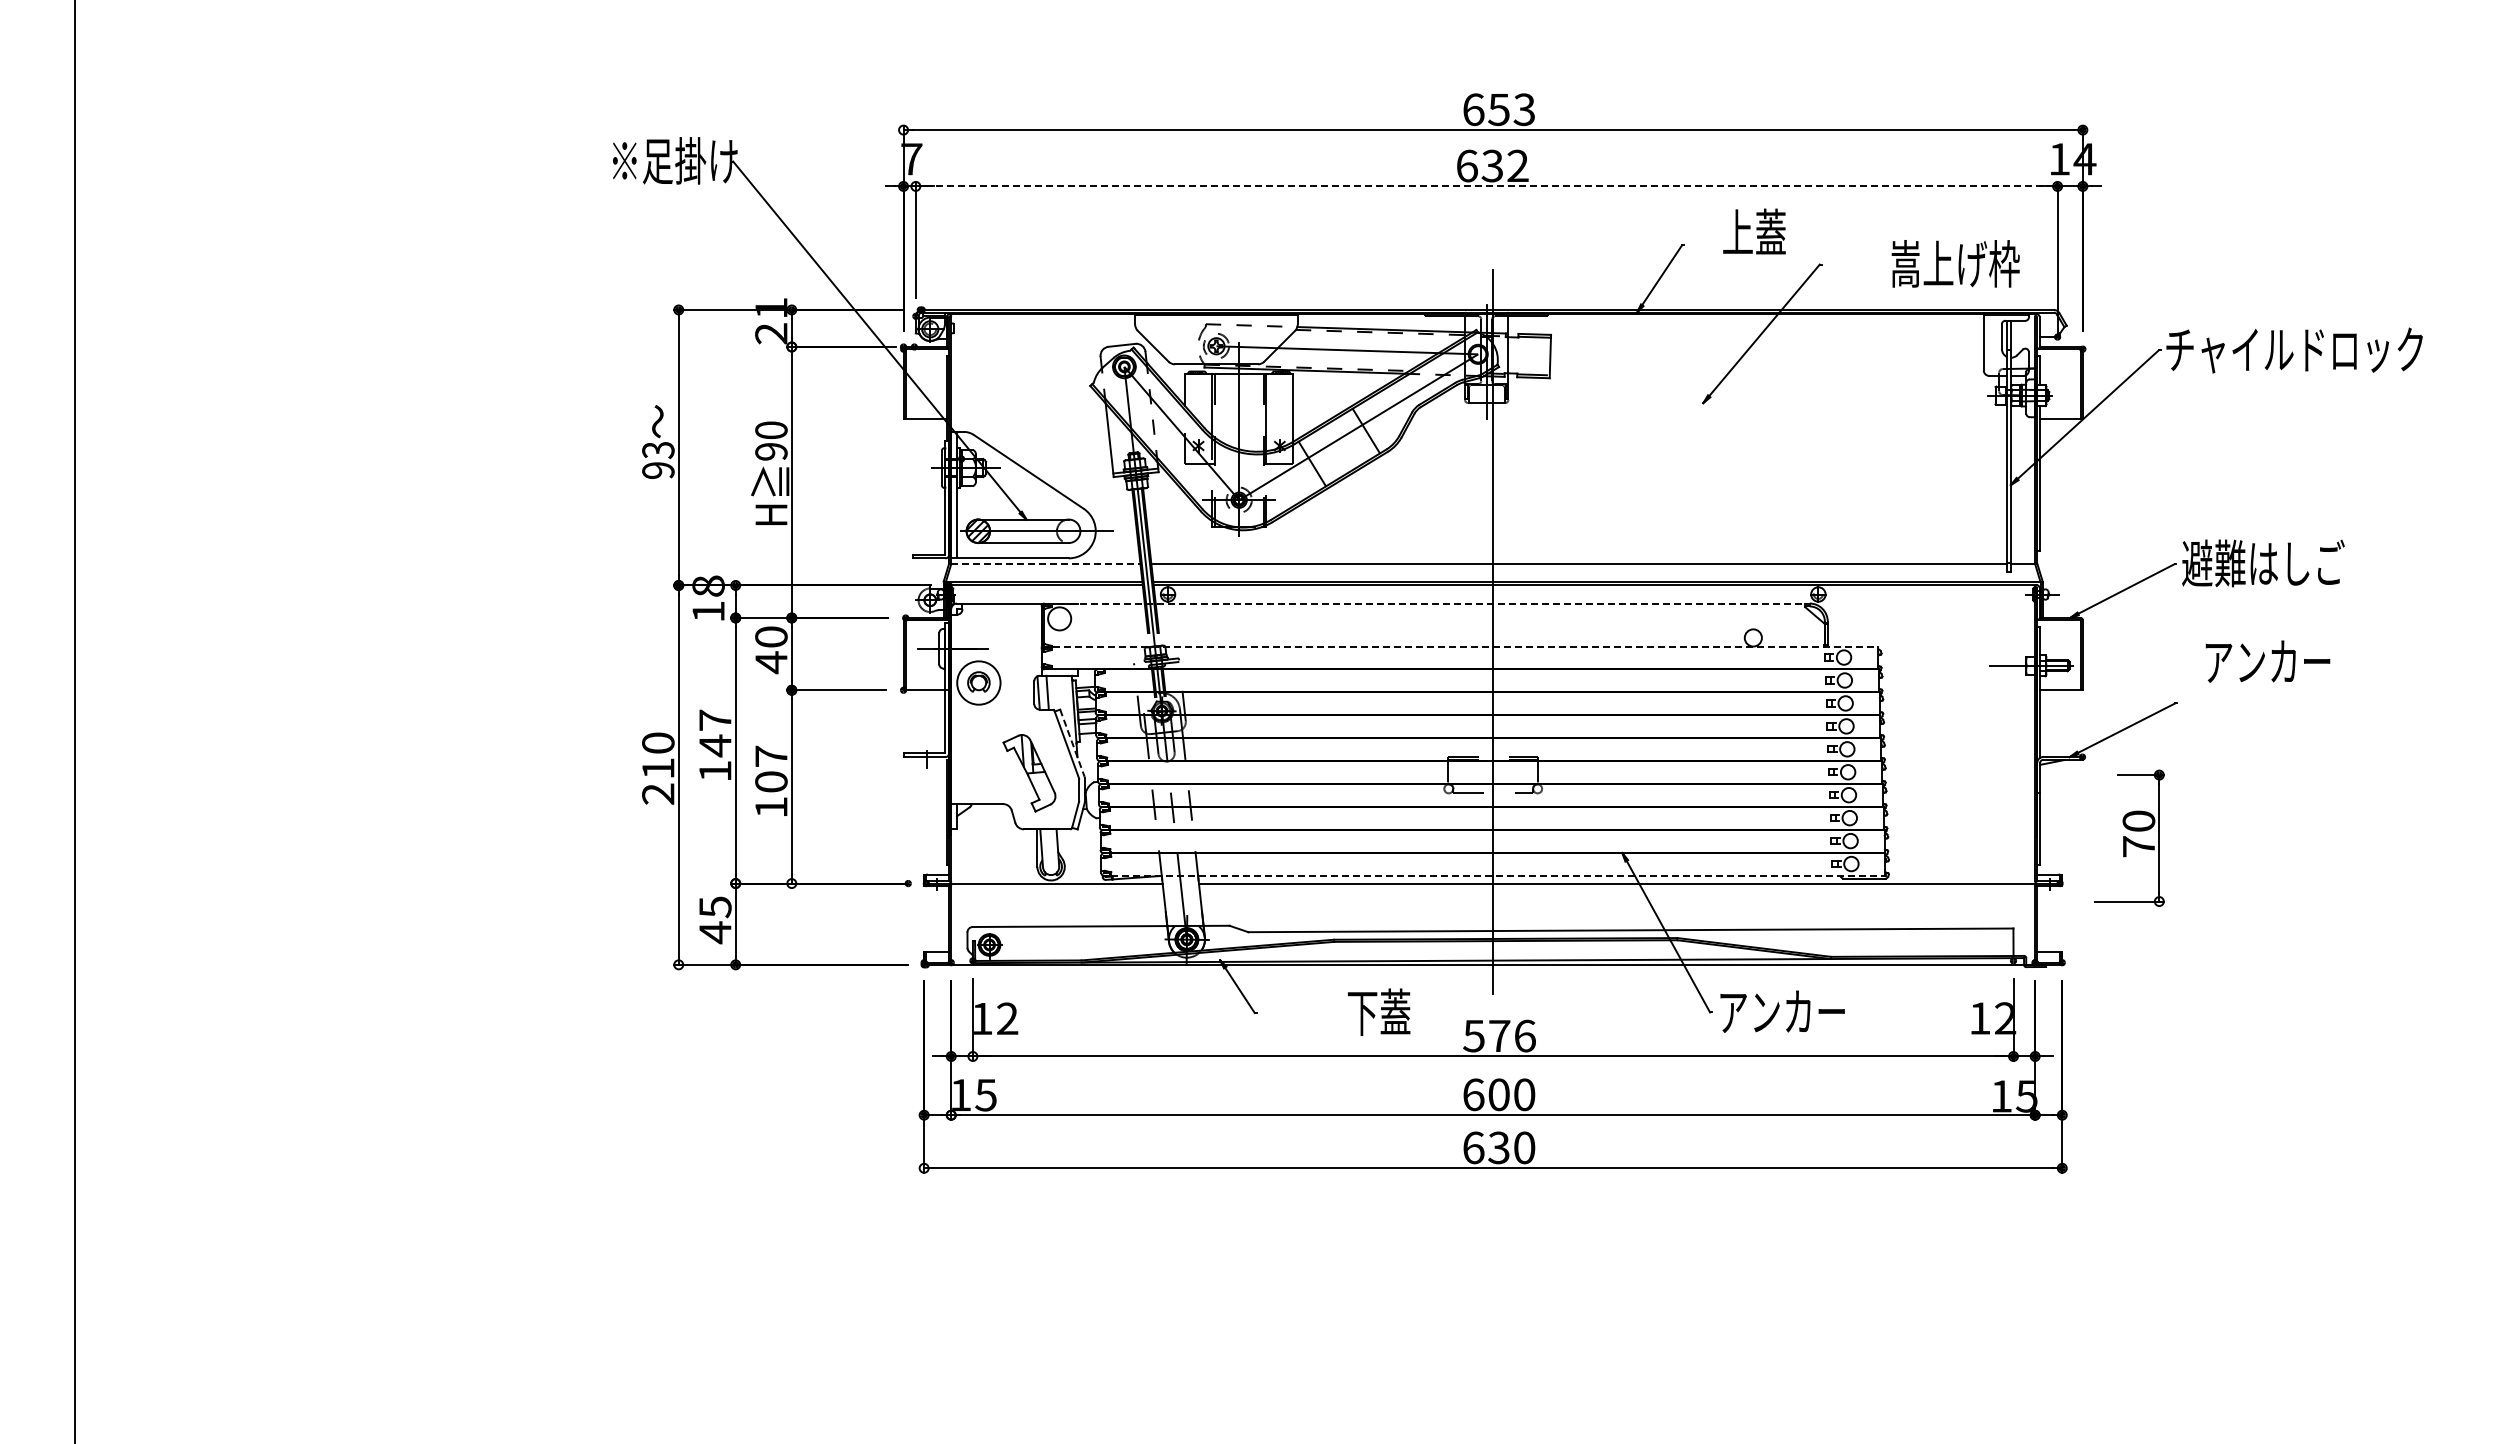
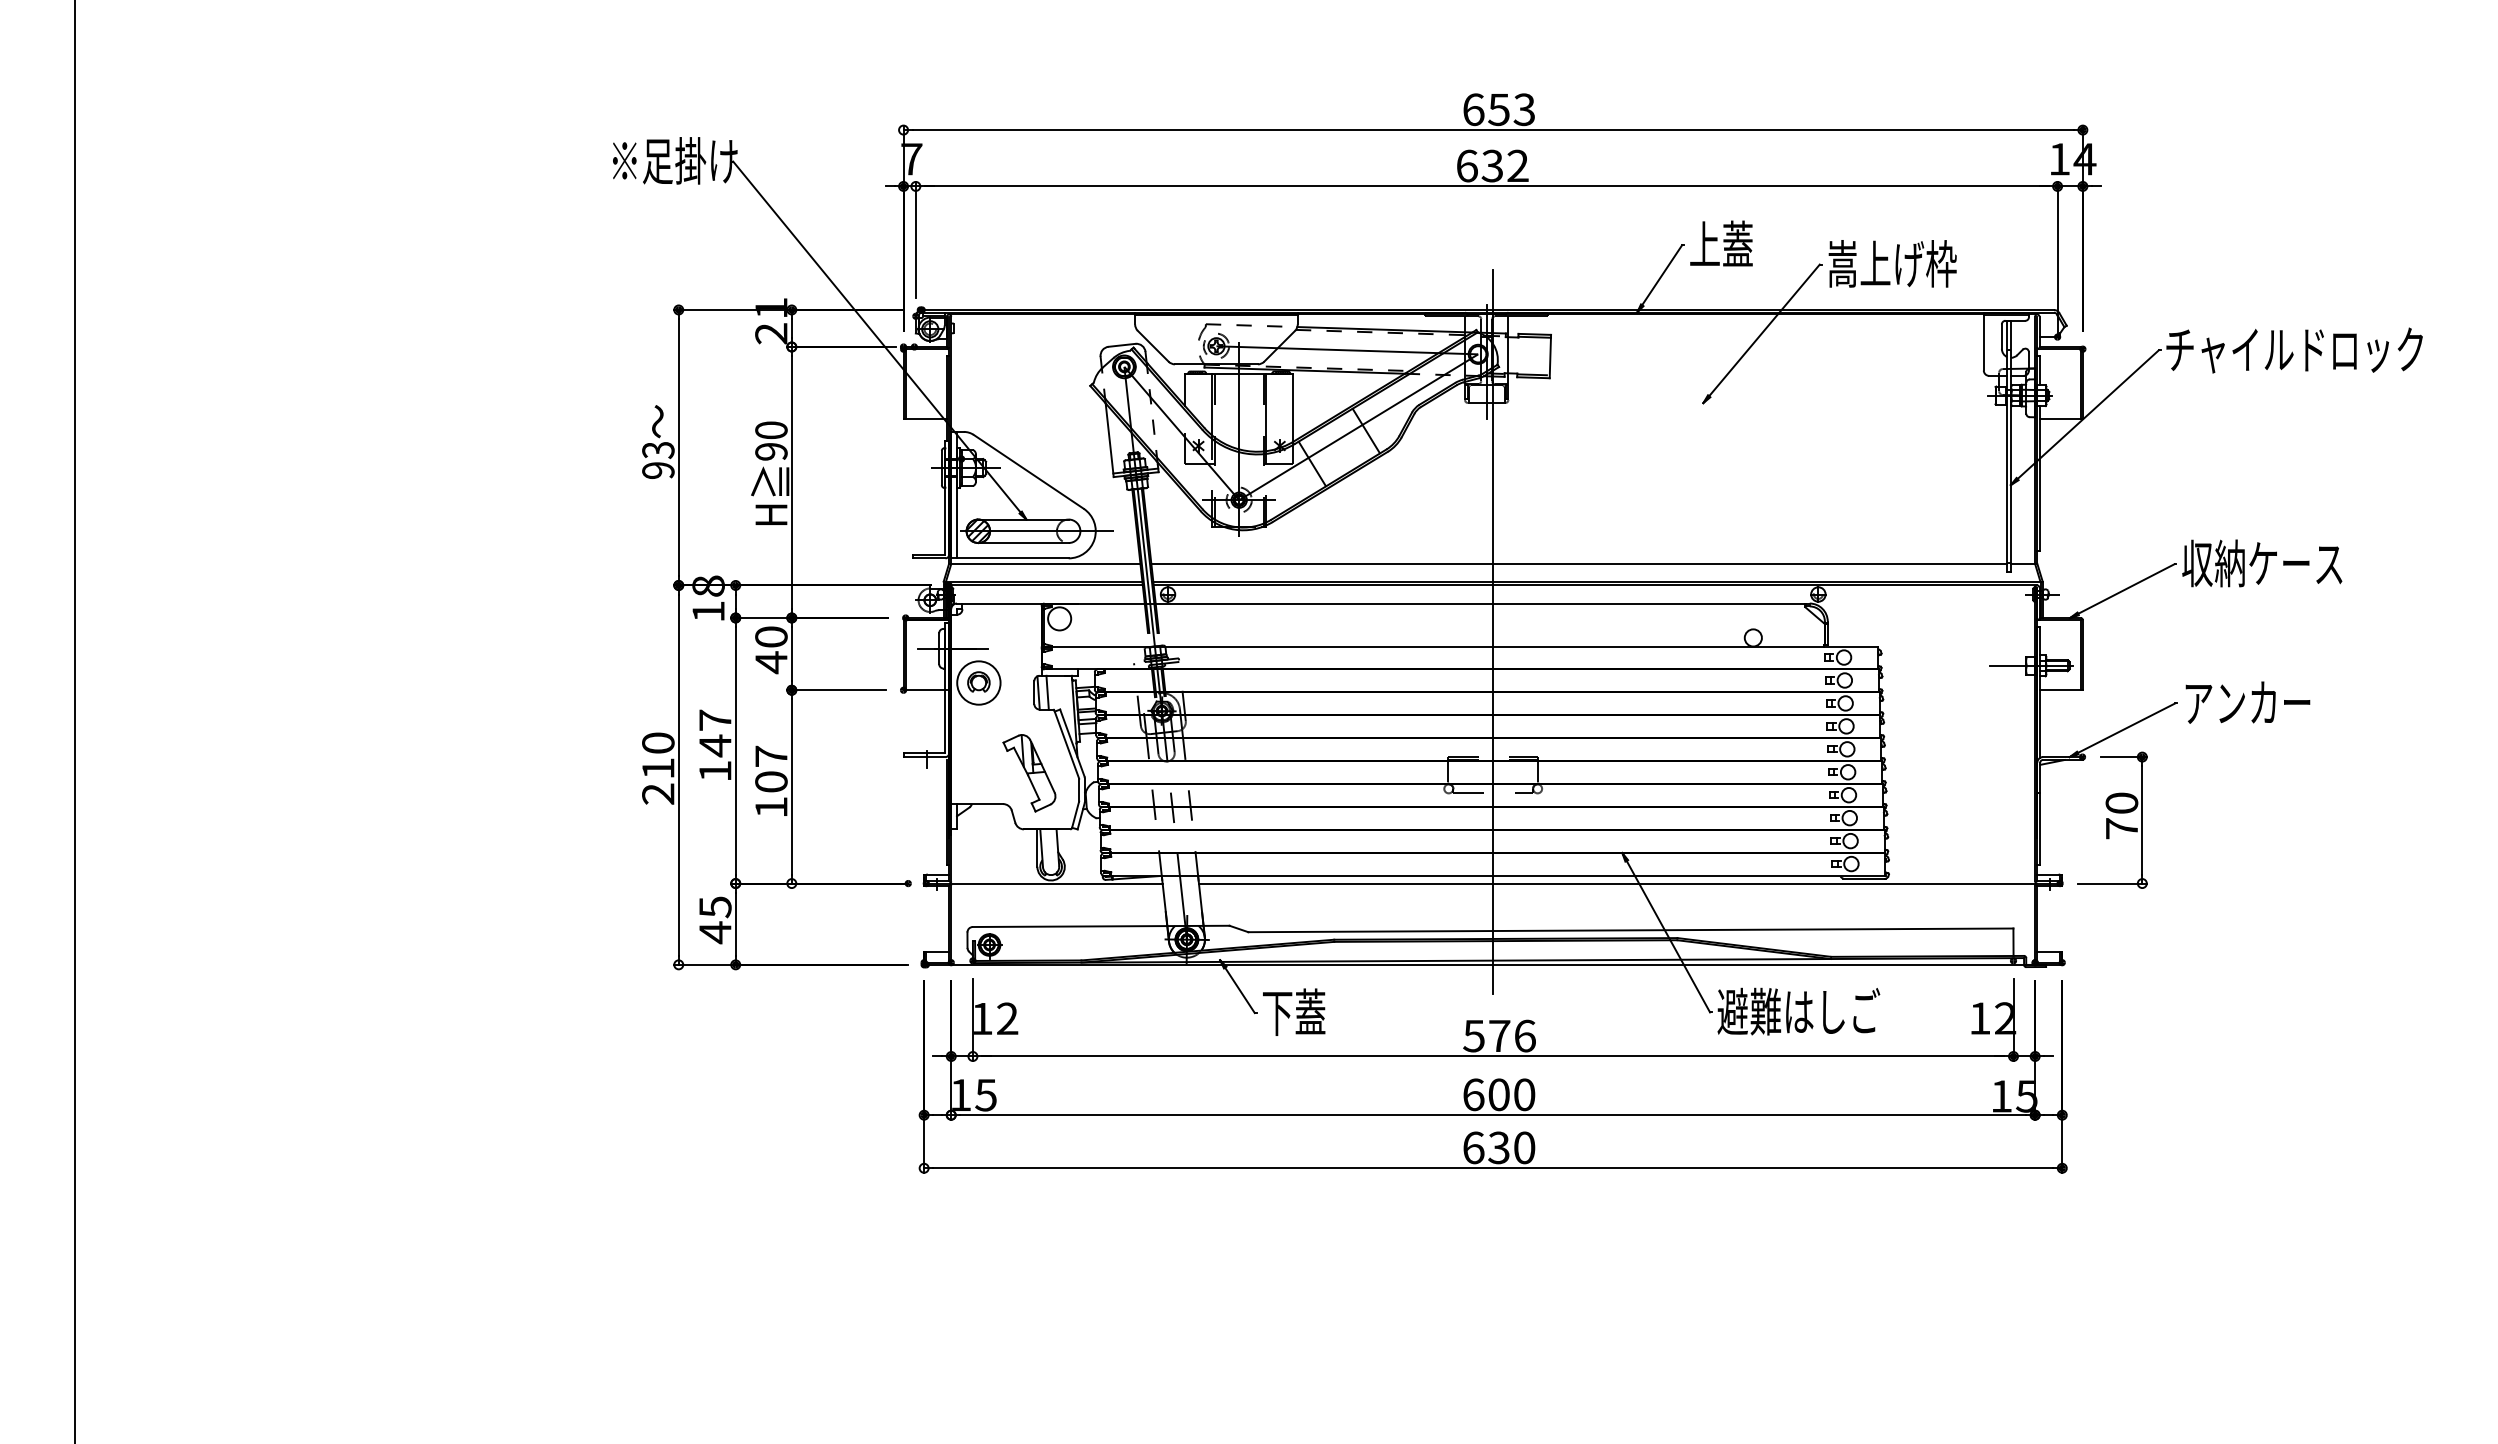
line at (1486, 186): dashed -> solid
text at (1754, 231) position: (1754, 231) -> (1721, 243)
text at (1955, 263) position: (1955, 263) -> (1892, 263)
line at (1045, 563): dashed -> solid
text at (2263, 563): 避難はしご -> 収納ケース
line at (1426, 603): dashed -> solid
line at (1460, 646): dashed -> solid
text at (2267, 661) position: (2267, 661) -> (2247, 702)
line at (1072, 743): dashed -> solid
part at (2129, 837) position: (2129, 837) -> (2112, 819)
line at (1498, 875): dashed -> solid
text at (1379, 1011) position: (1379, 1011) -> (1294, 1011)
text at (1798, 1011): アンカー -> 避難はしご
